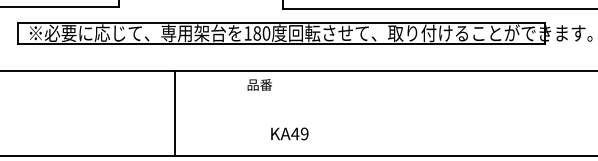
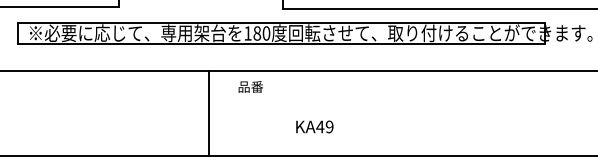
text at (259, 84) position: (259, 84) -> (250, 86)
line at (175, 113) position: (175, 113) -> (209, 113)
text at (289, 133) position: (289, 133) -> (314, 126)
